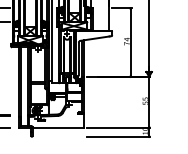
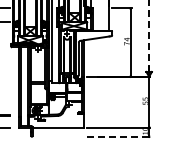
line at (149, 36): solid -> dashed
line at (118, 136): solid -> dashed
